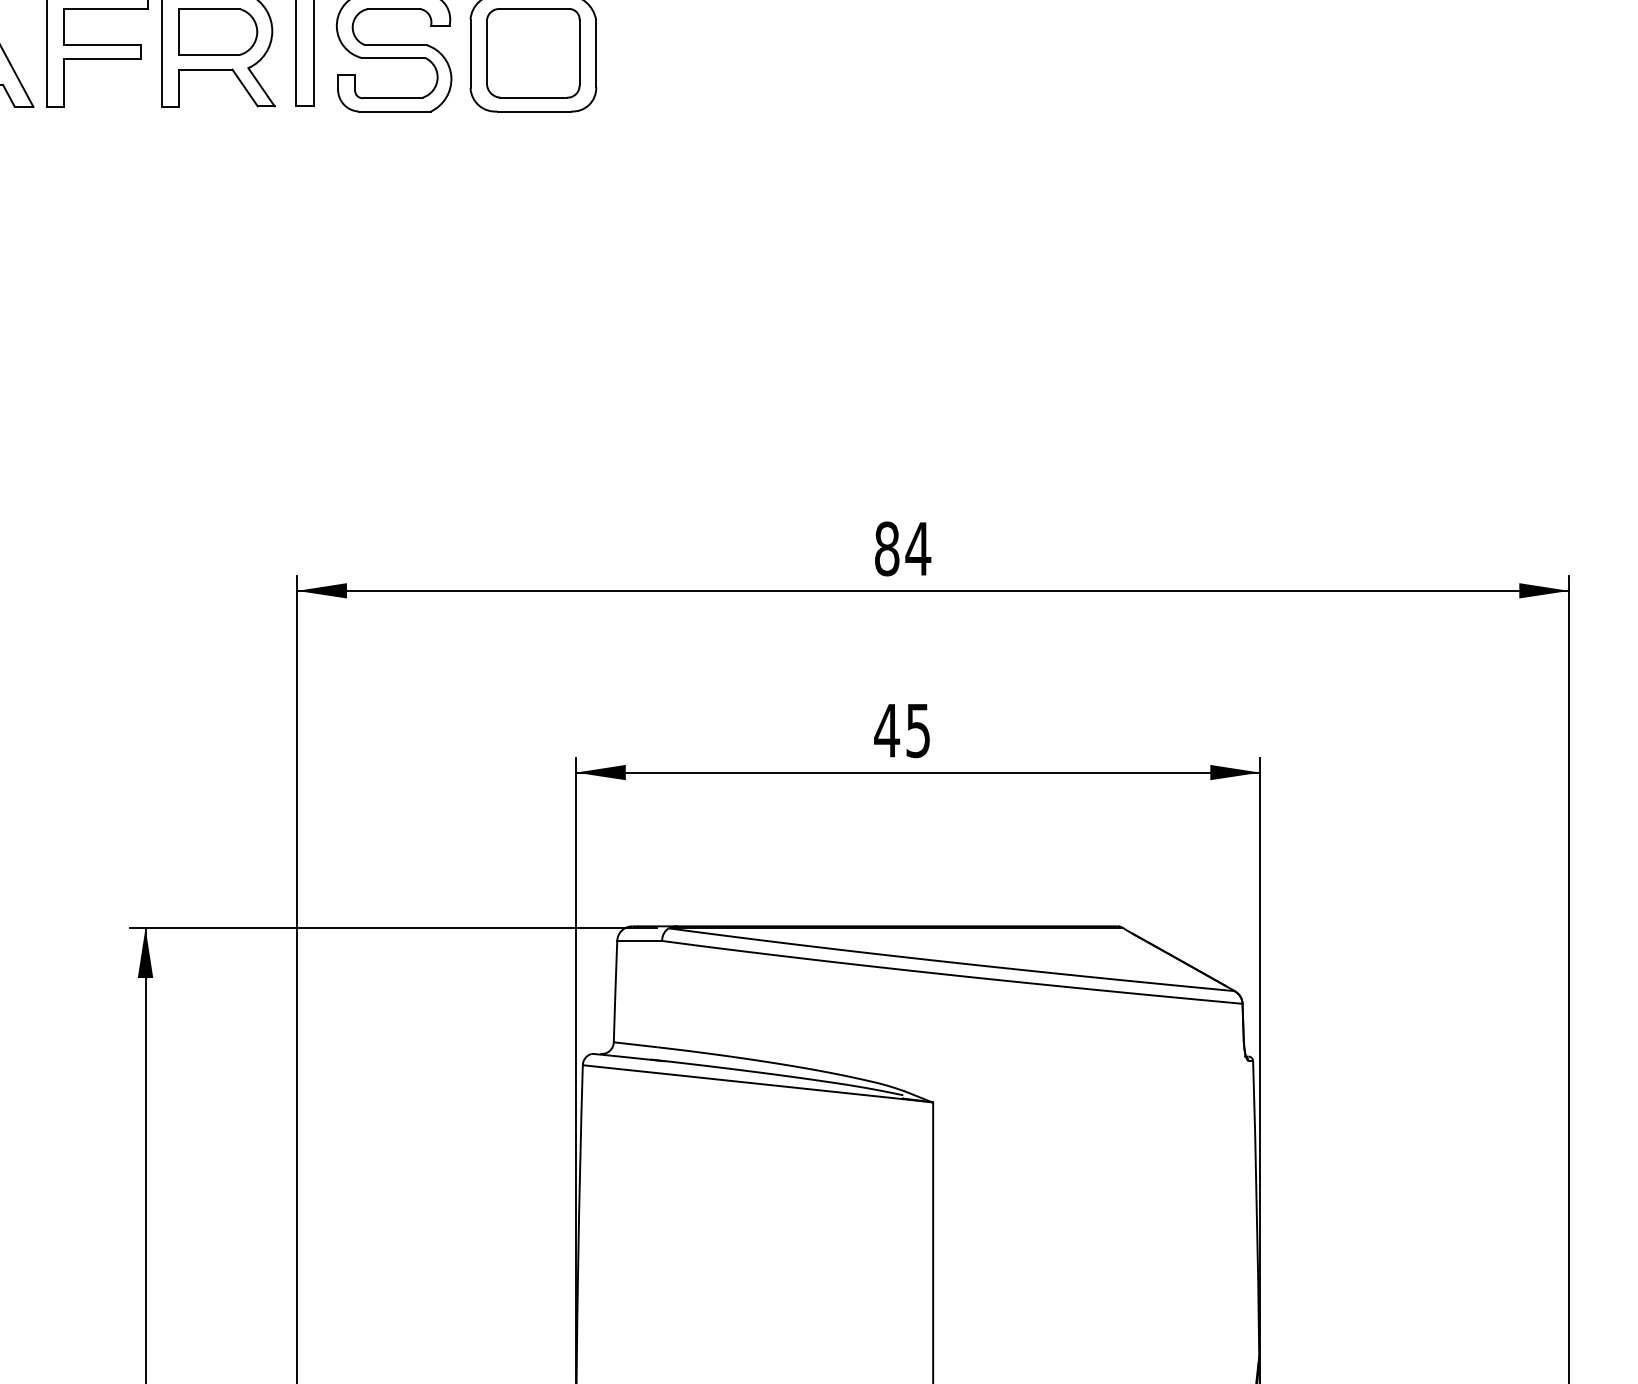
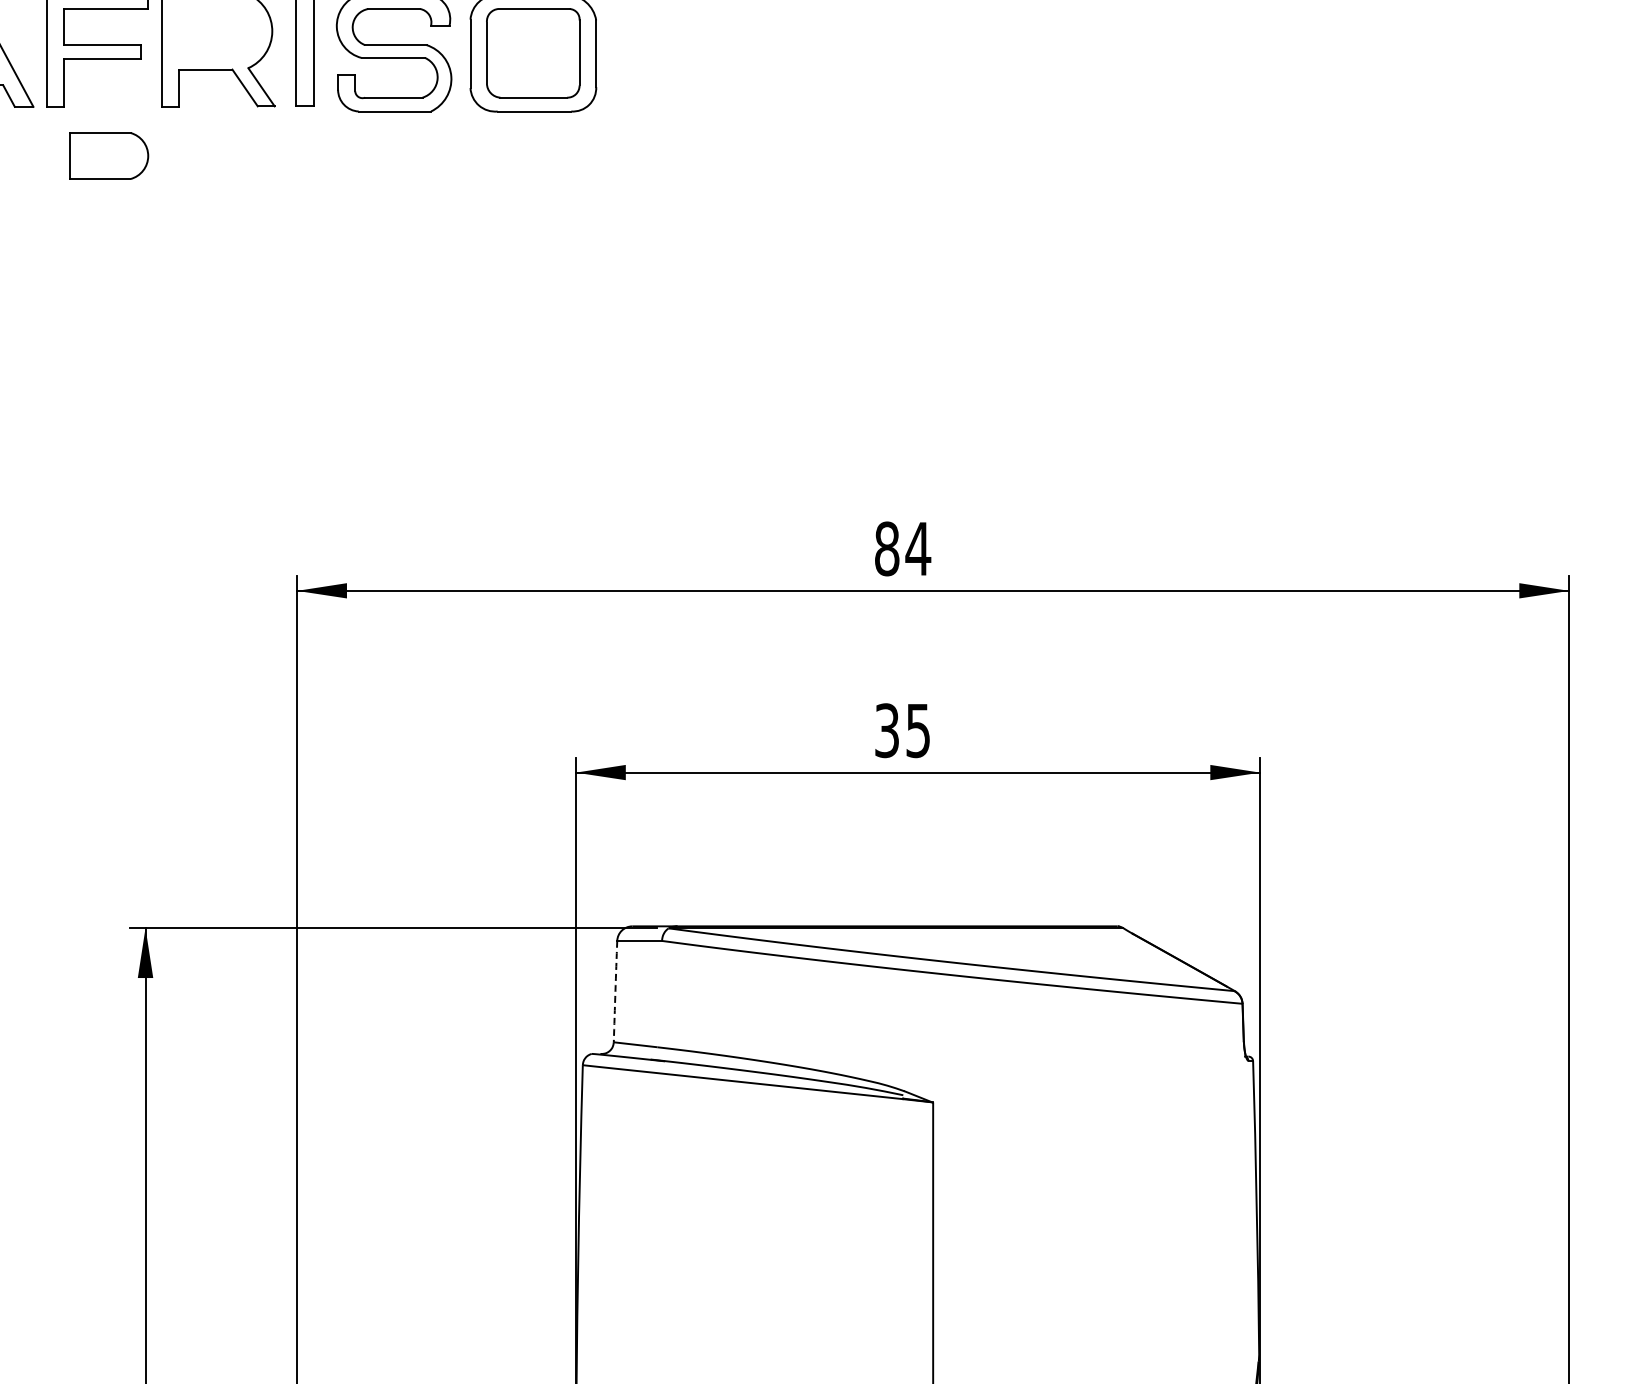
part at (218, 31) position: (218, 31) -> (109, 155)
text at (887, 730): 45 -> 35
arc at (615, 991): solid -> dashed
